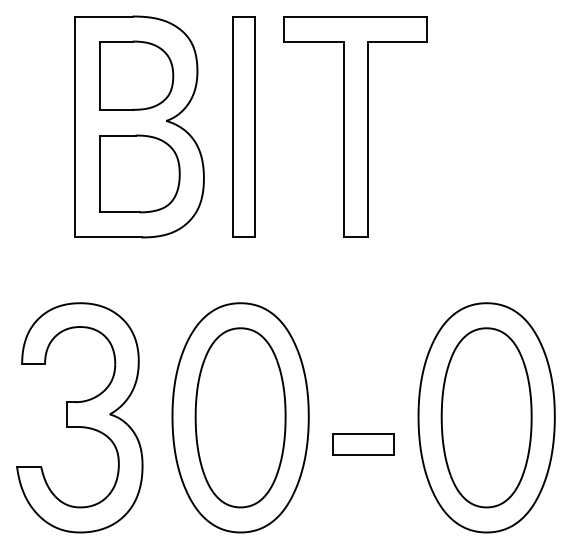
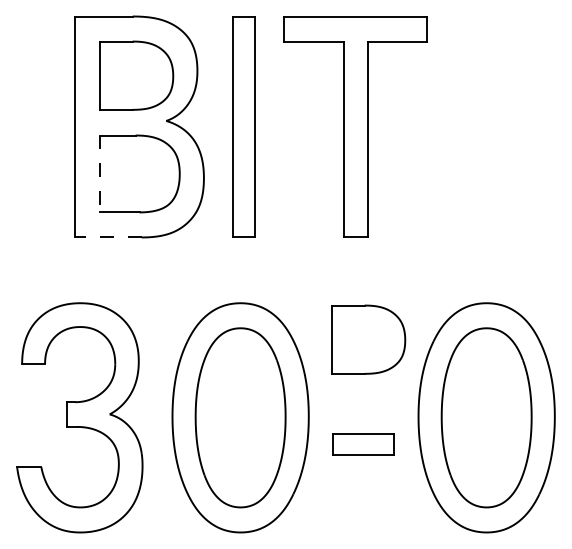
line at (99, 174): solid -> dashed
line at (108, 237): solid -> dashed
part at (368, 339): none -> present
